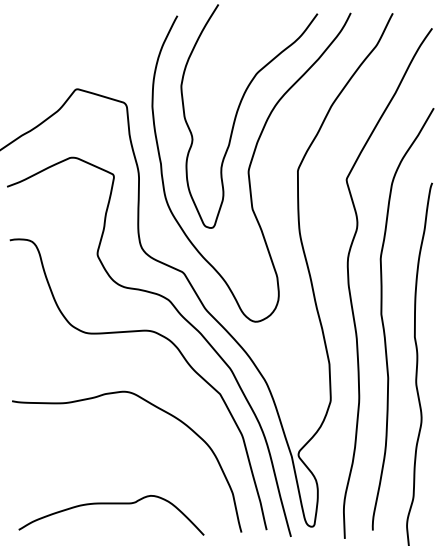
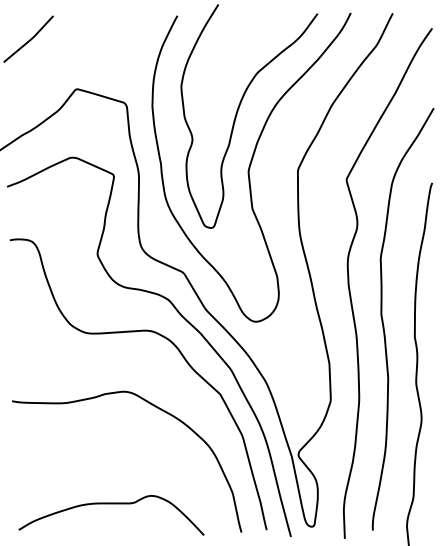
curve at (29, 39): none -> present
